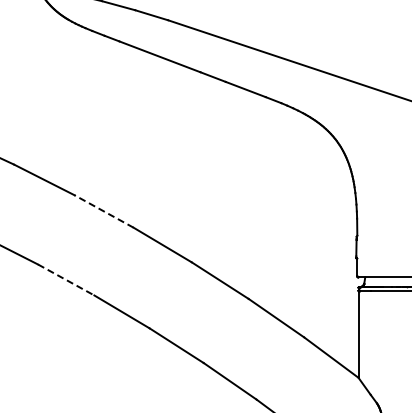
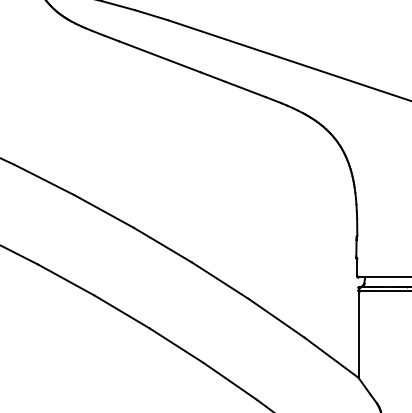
line at (104, 211): dashed -> solid
line at (66, 280): dashed -> solid
